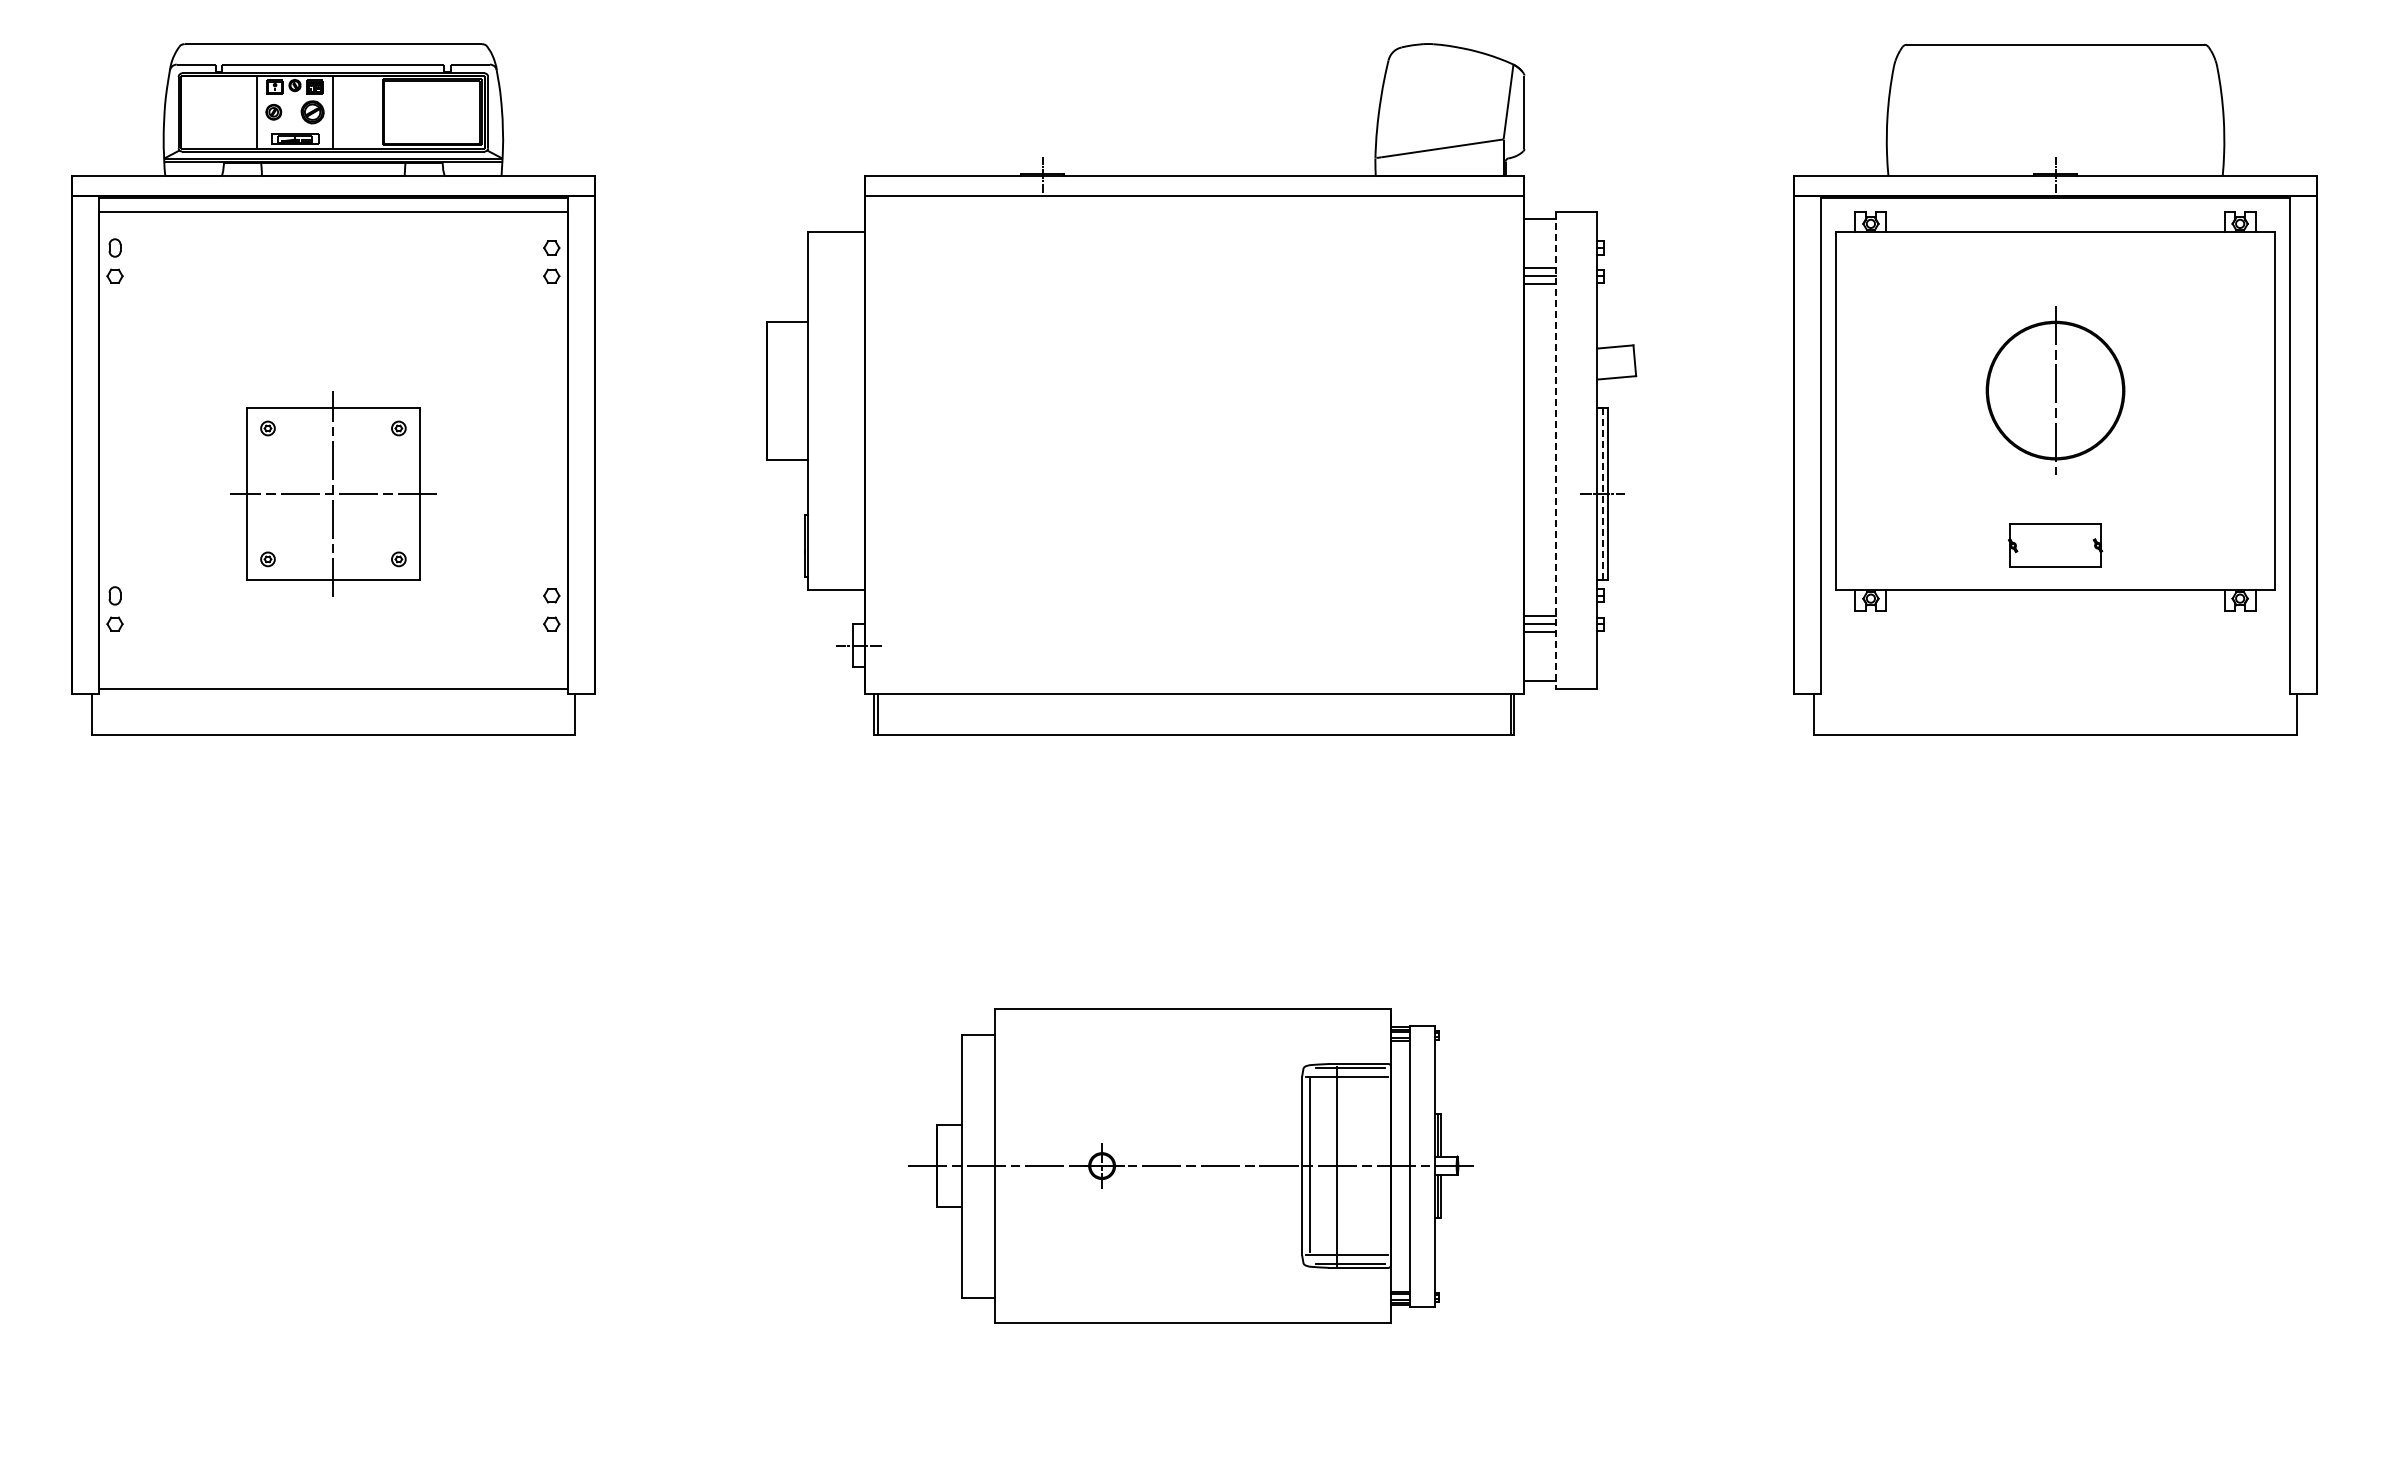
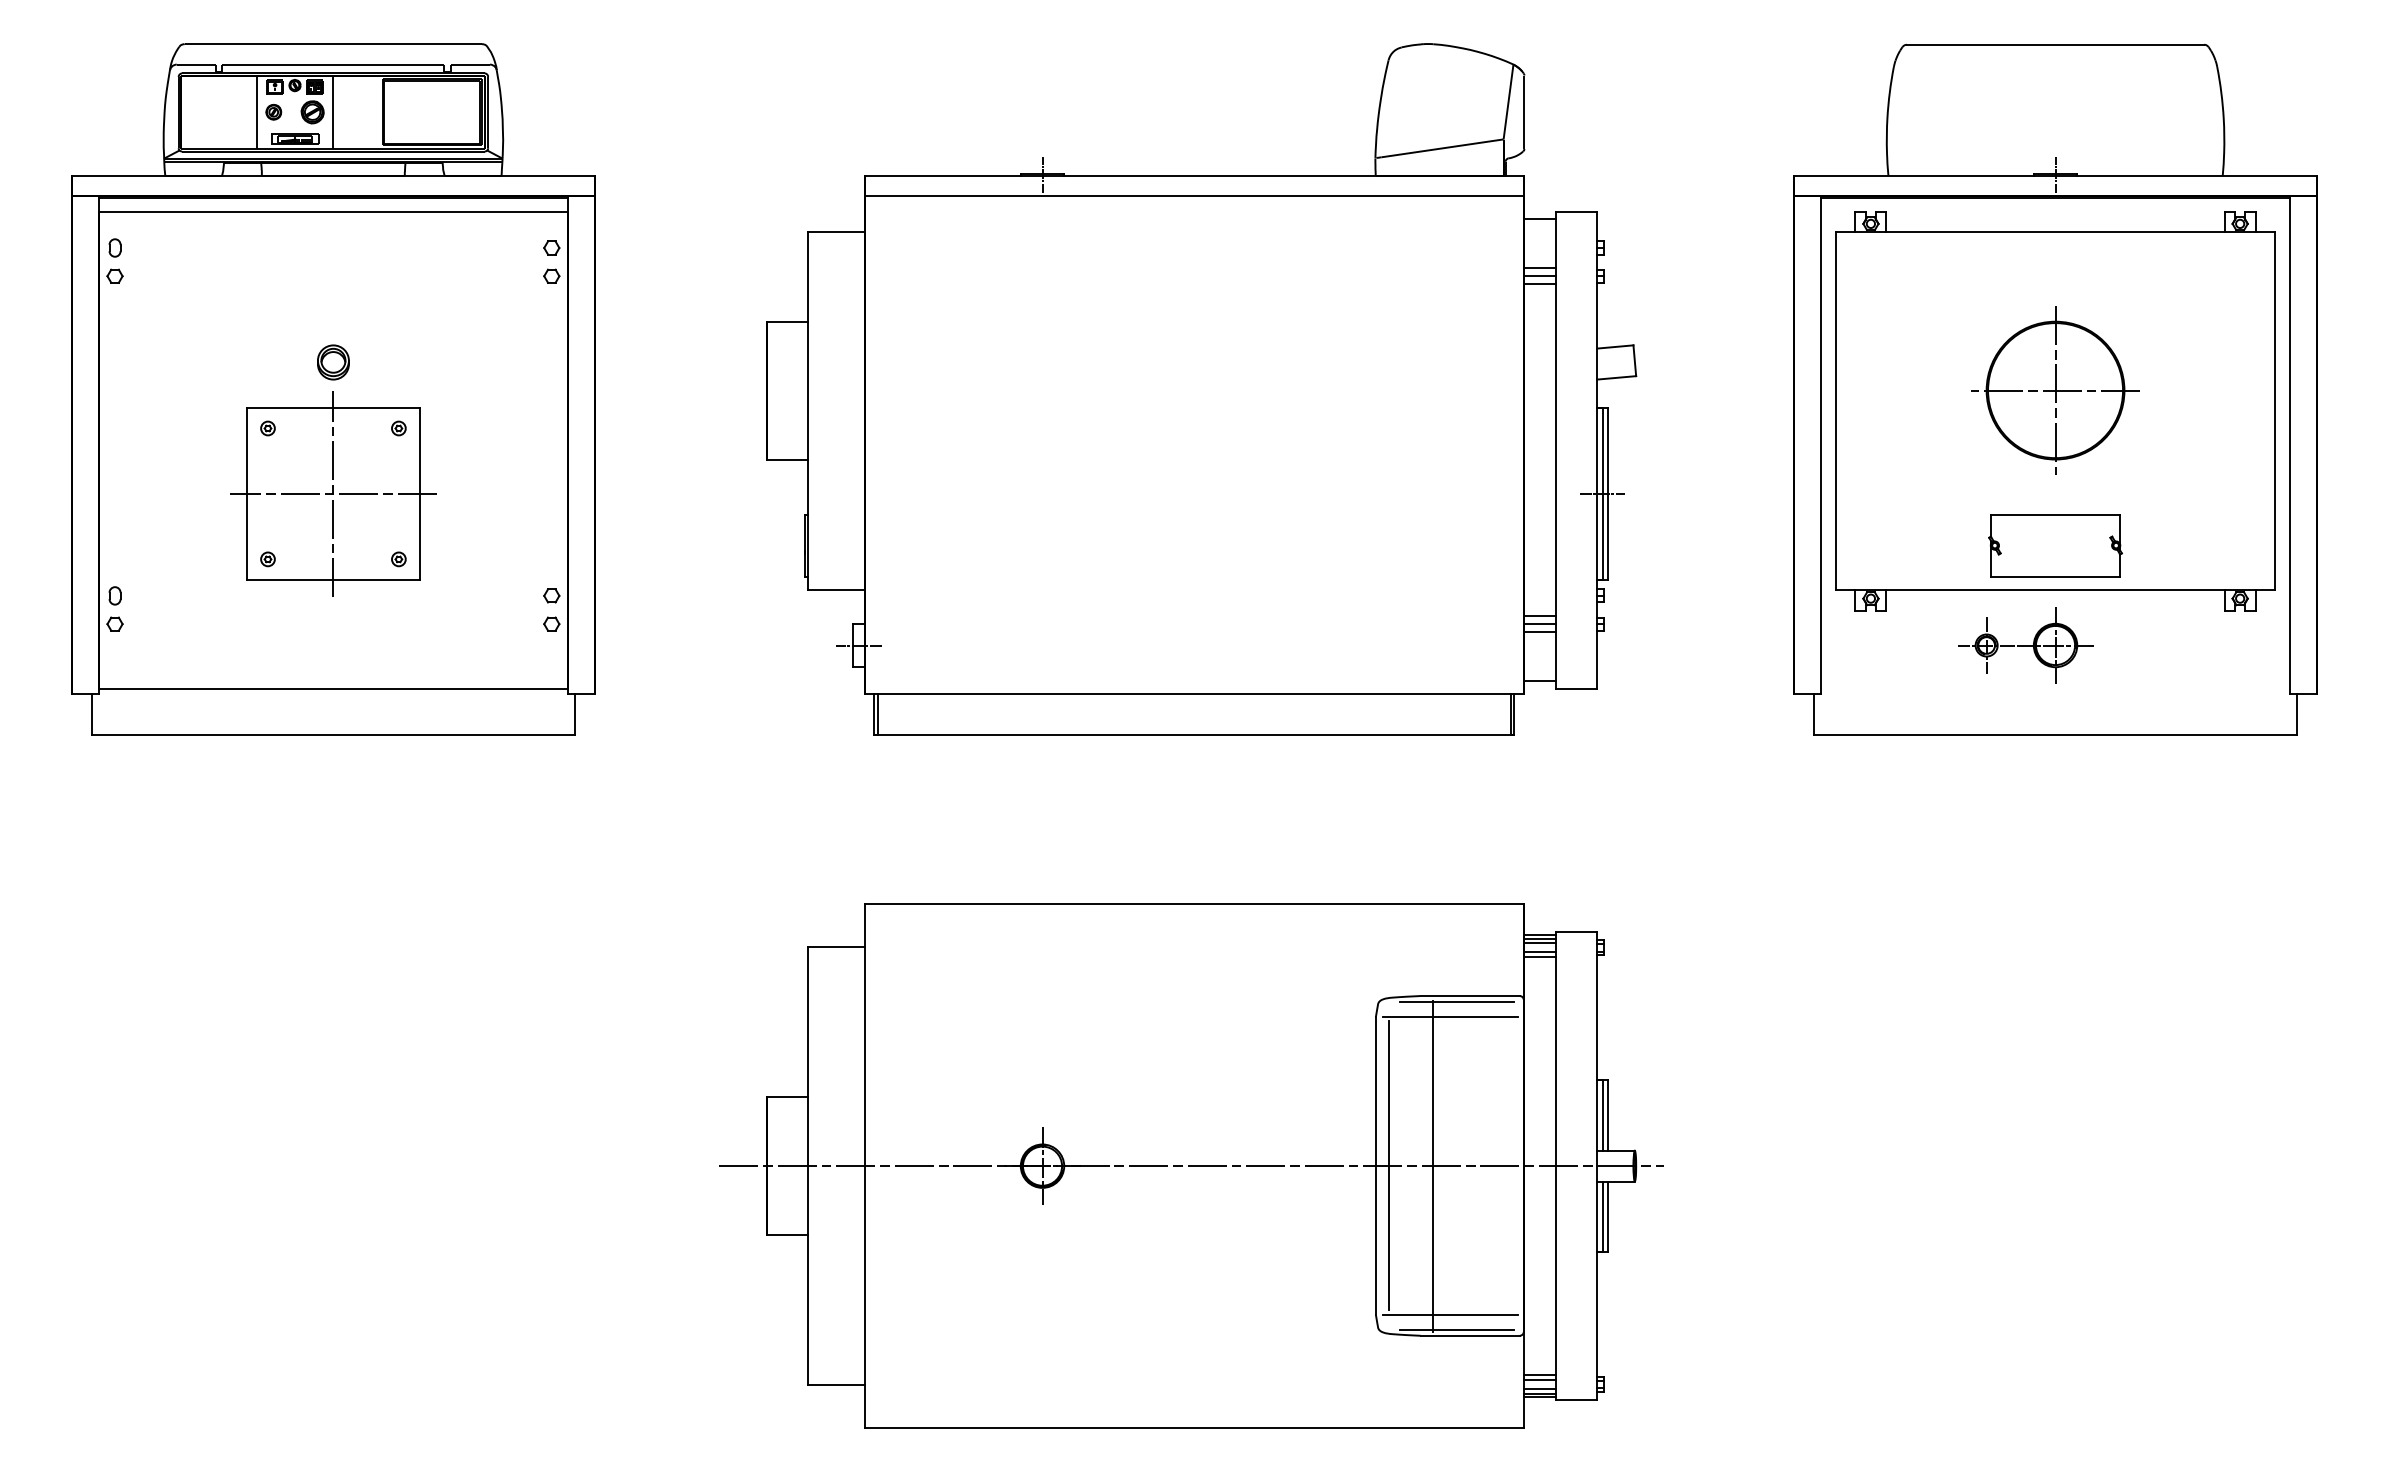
part at (333, 362): none -> present
line at (2055, 390): none -> present
line at (1556, 450): dashed -> solid
line at (1602, 494): dashed -> solid
part at (2055, 545) size: 96x45 px -> 135x64 px
part at (2025, 645): none -> present
part at (1190, 1165) size: 566x316 px -> 945x526 px
